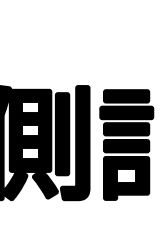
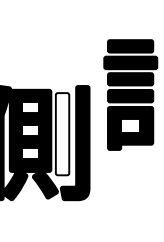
fill at (62, 134): present -> none
part at (126, 144) position: (126, 144) -> (130, 94)
